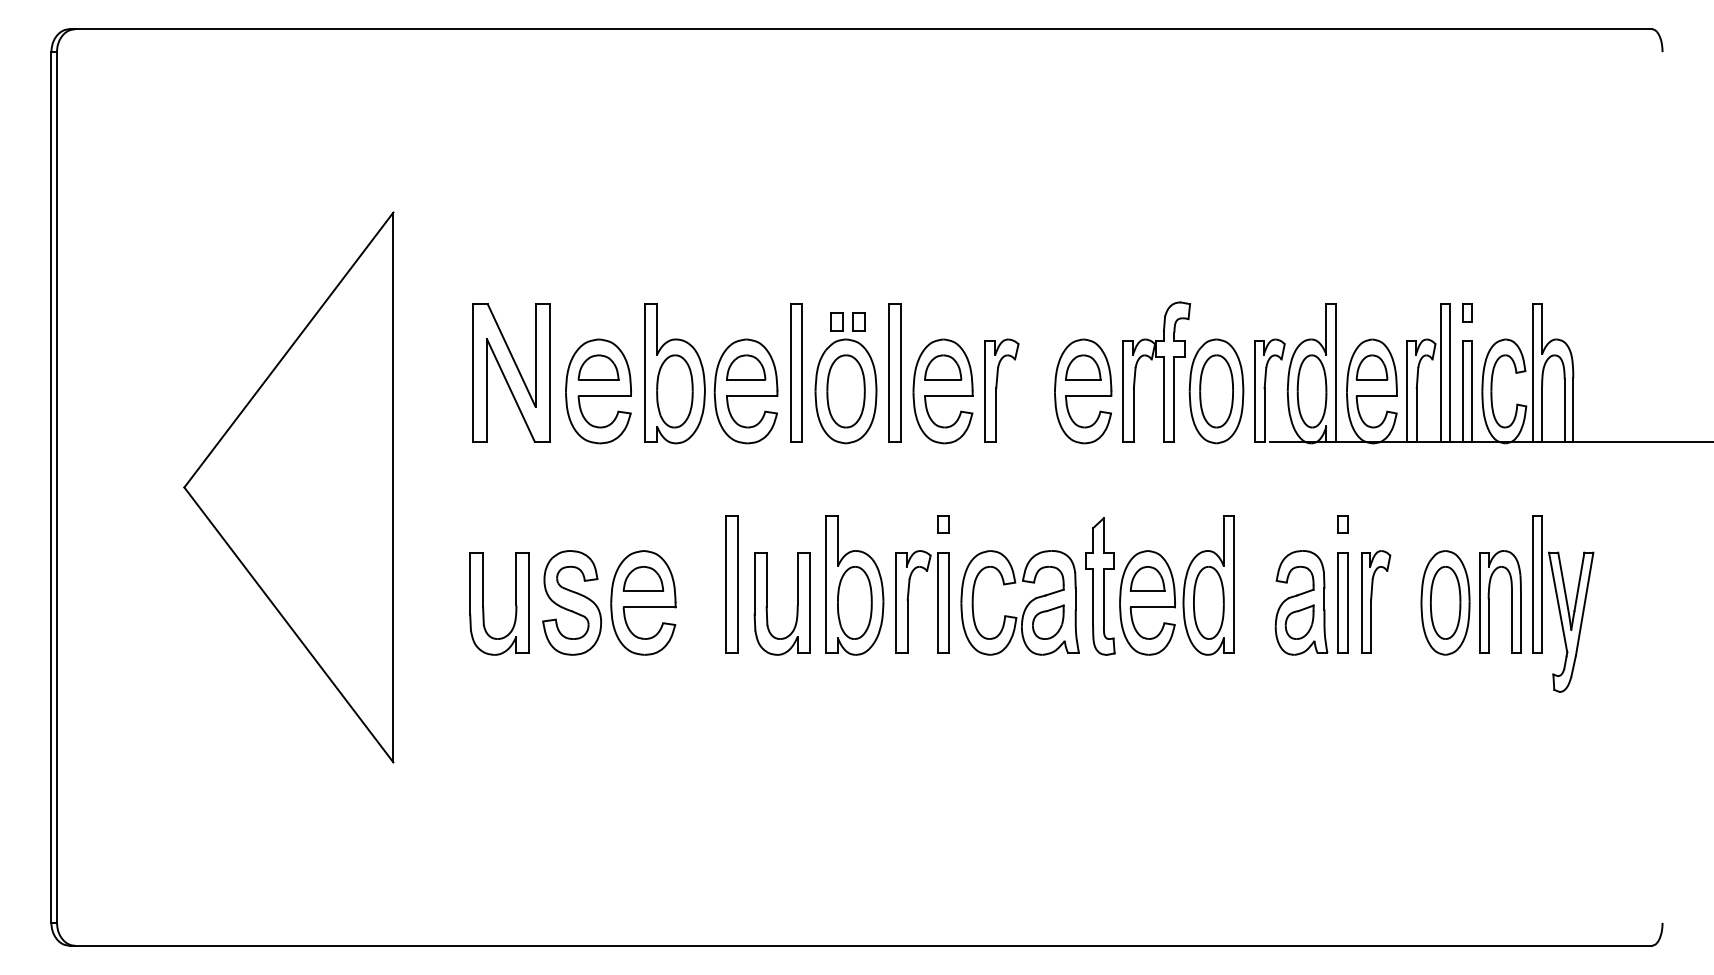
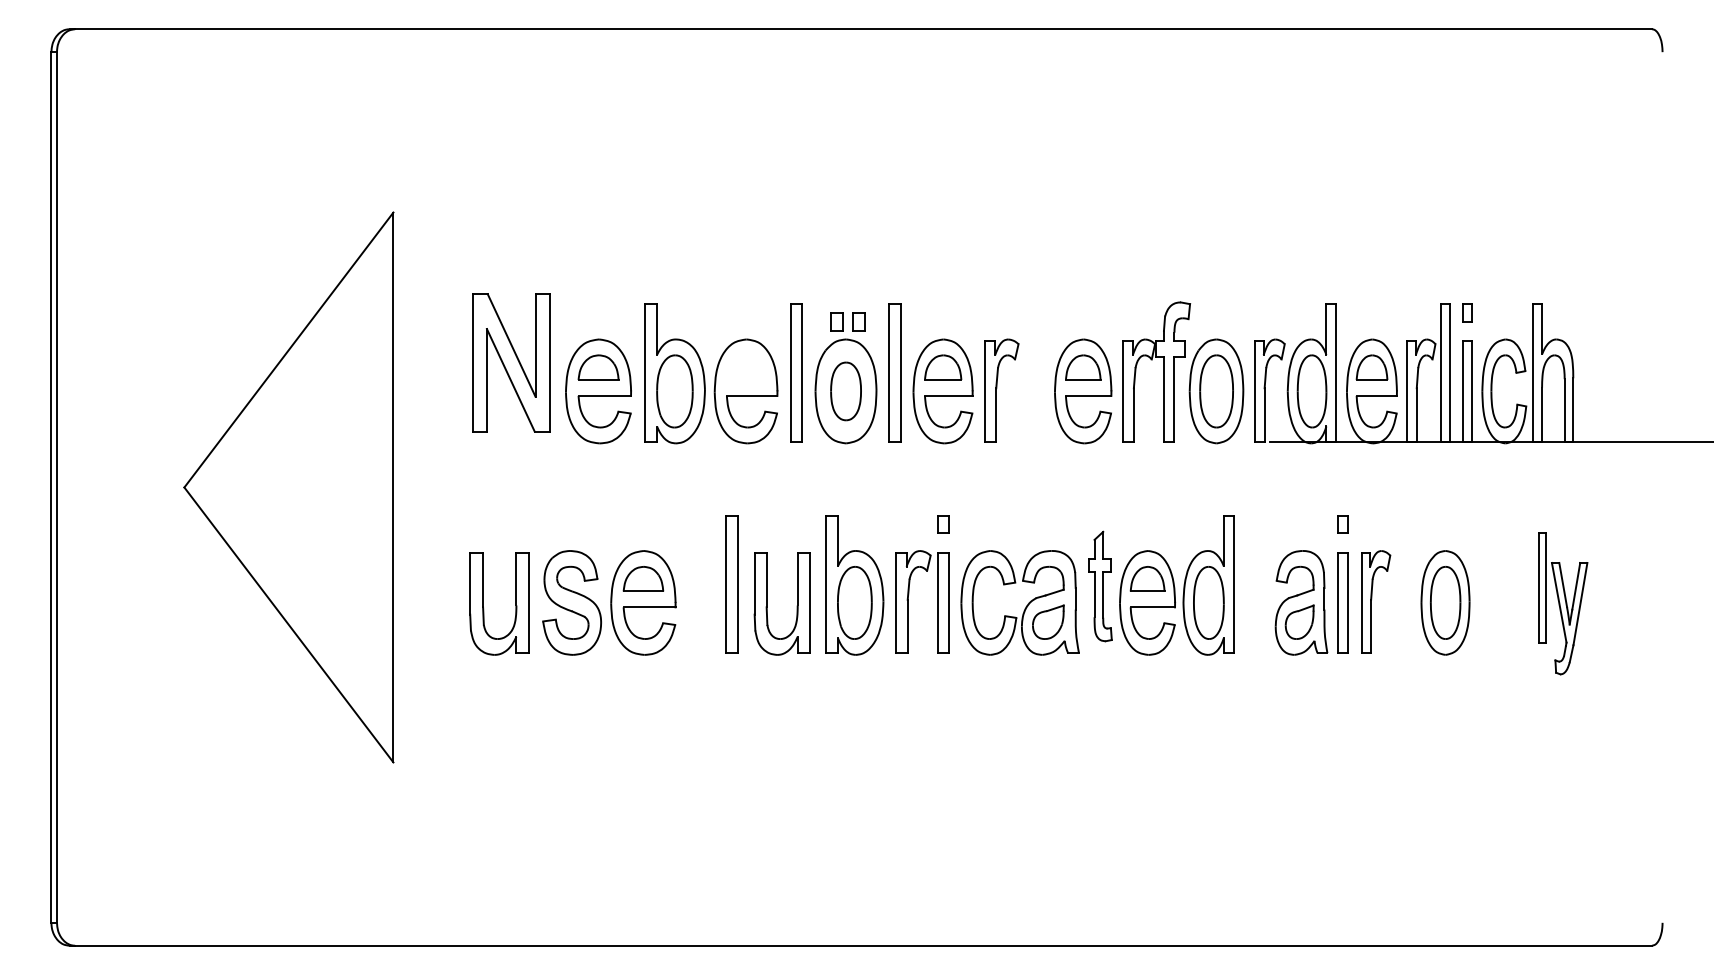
part at (746, 367): present -> none
part at (511, 372) position: (511, 372) -> (511, 362)
part at (845, 391) size: 40x75 px -> 32x61 px
part at (1100, 586) size: 31x139 px -> 25x113 px
part at (1489, 601): present -> none
part at (1563, 603) size: 63x178 px -> 51x144 px
